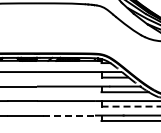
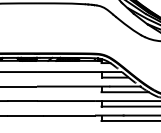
line at (131, 106): dashed -> solid
line at (69, 115): dashed -> solid
